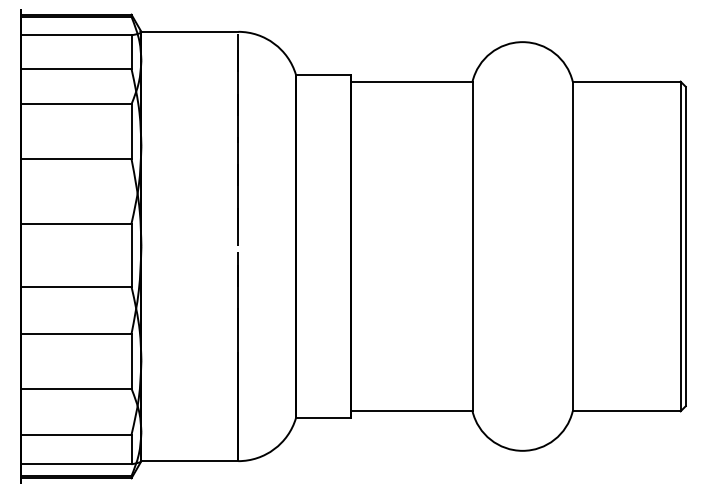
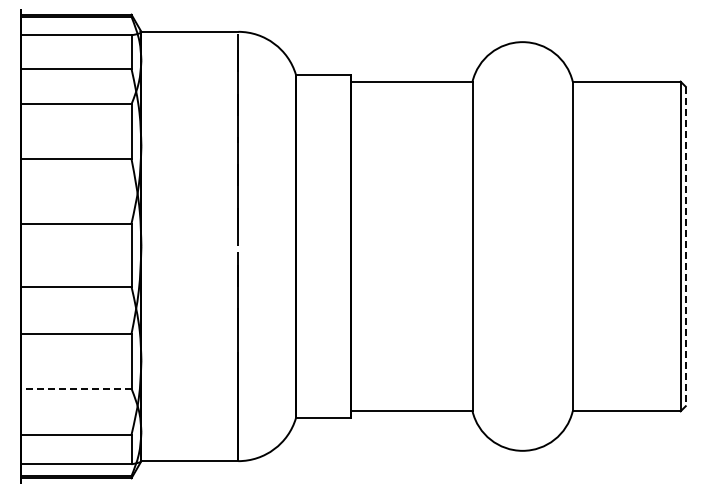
line at (685, 246): solid -> dashed
line at (75, 388): solid -> dashed
